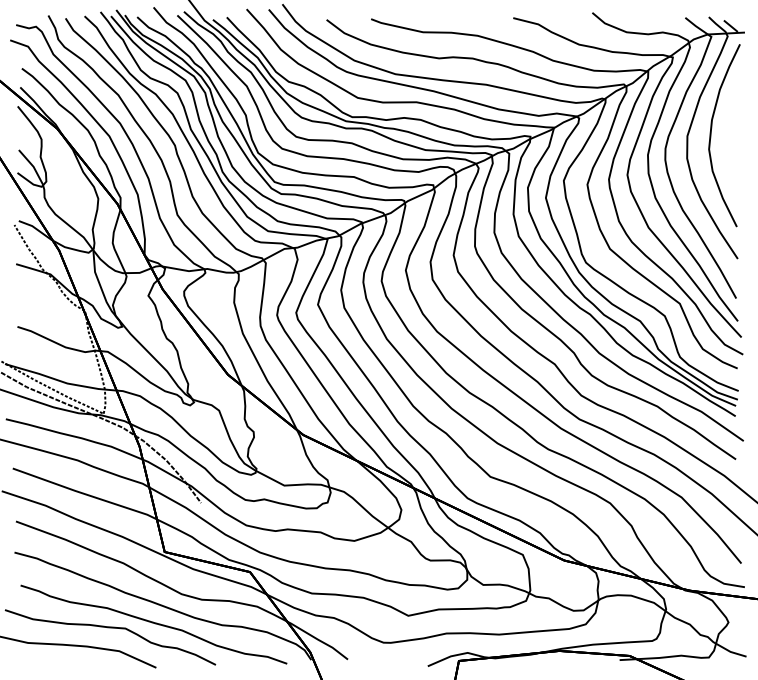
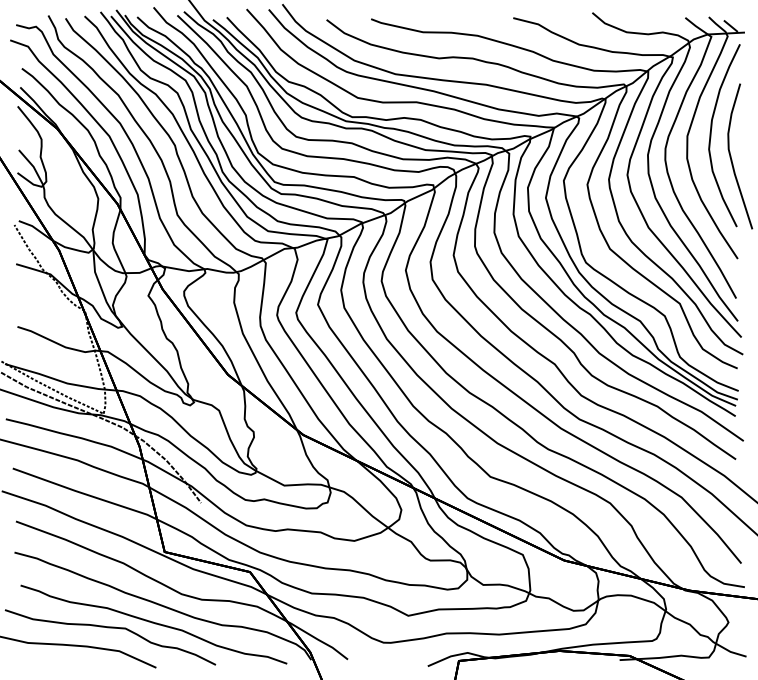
curve at (732, 159): none -> present
